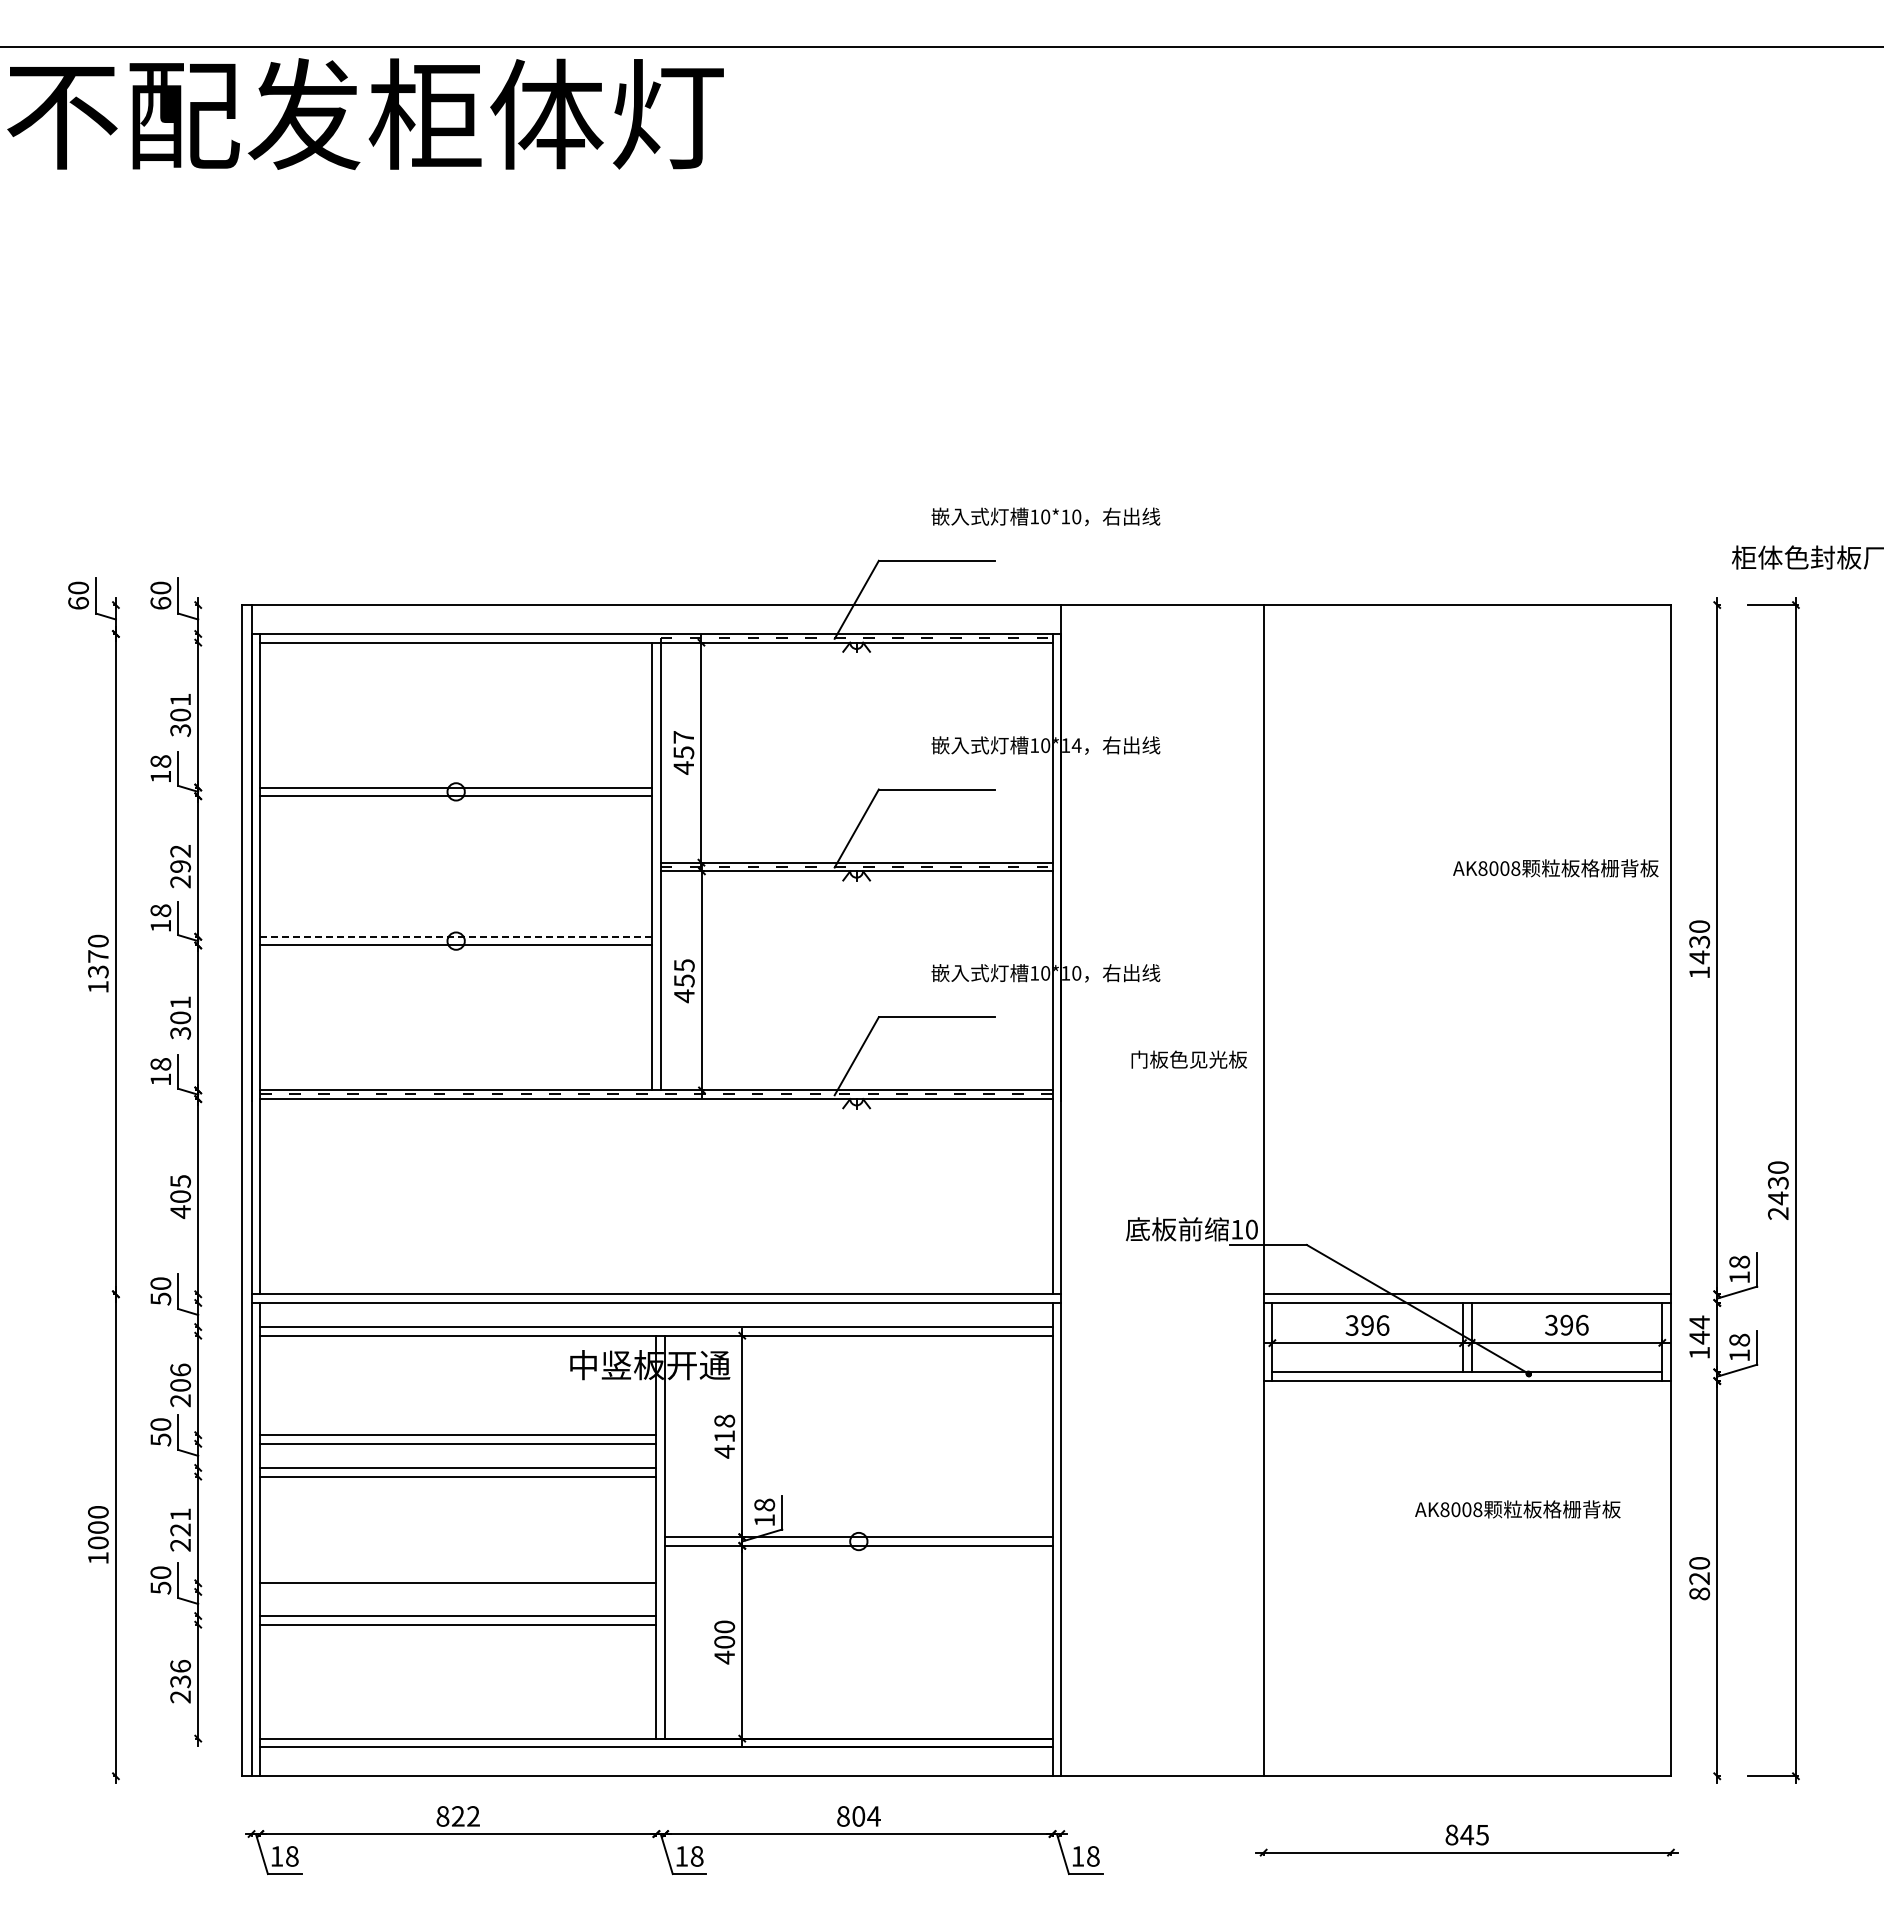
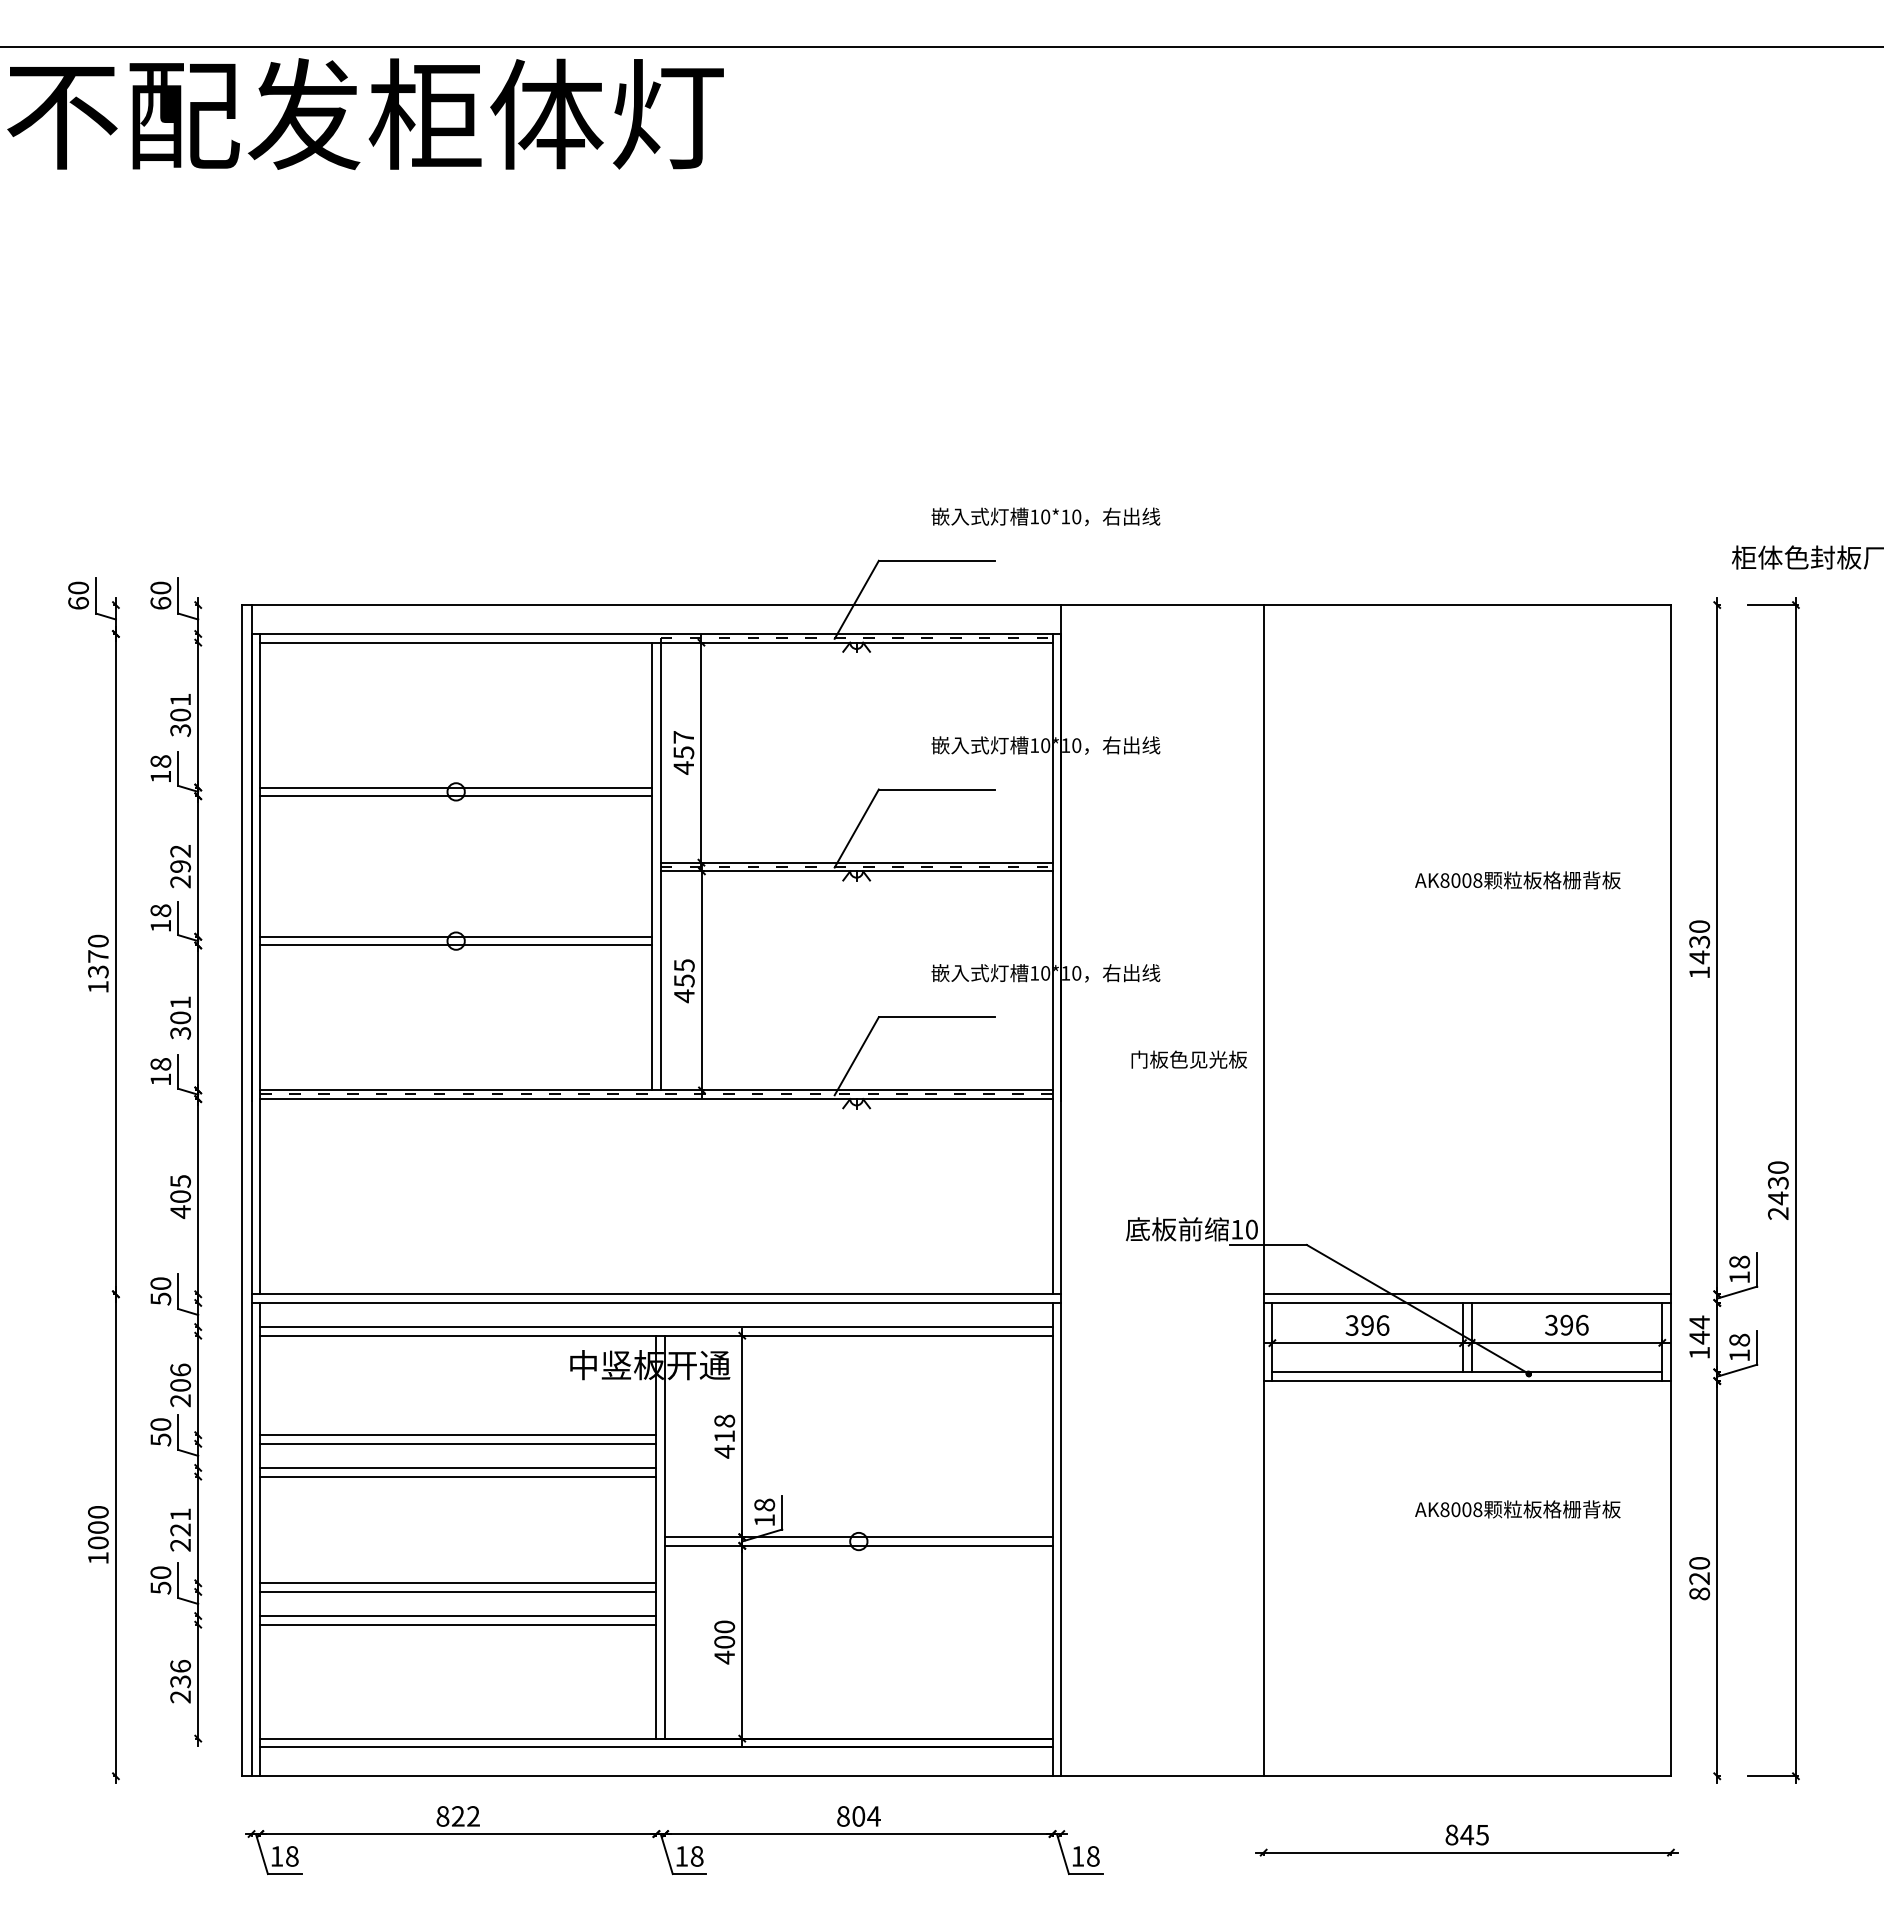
text at (1076, 745): 10*14 -> 10*10
text at (1555, 868) position: (1555, 868) -> (1517, 880)
line at (456, 936): dashed -> solid
line at (458, 1591): none -> present
